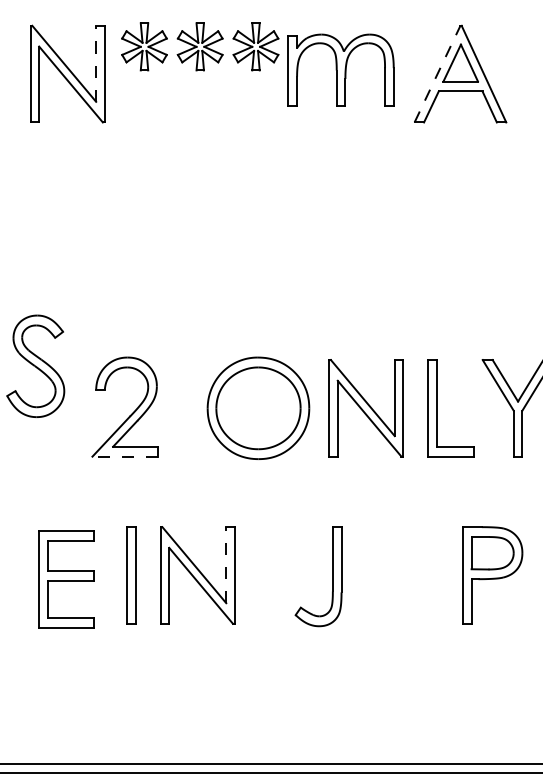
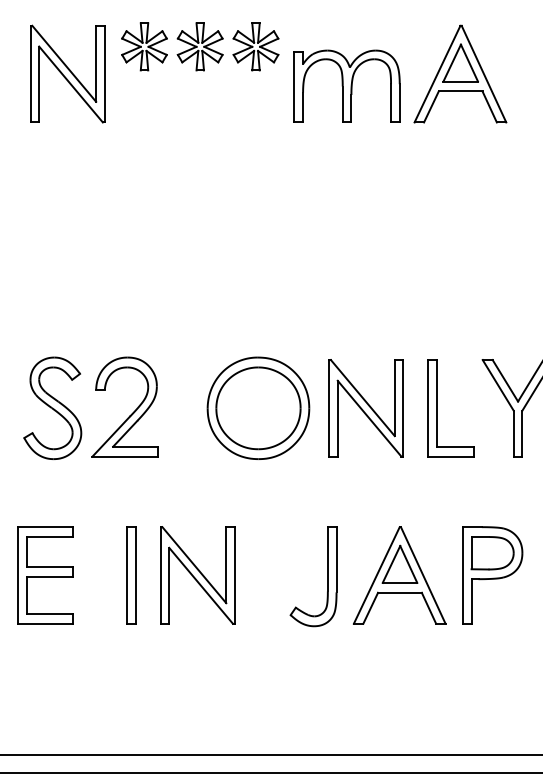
line at (96, 63): dashed -> solid
part at (340, 69) position: (340, 69) -> (346, 85)
line at (437, 73): dashed -> solid
part at (35, 365) position: (35, 365) -> (52, 407)
line at (125, 456): dashed -> solid
line at (226, 564): dashed -> solid
part at (399, 575): none -> present
part at (332, 576) position: (332, 576) -> (327, 576)
part at (66, 579) position: (66, 579) -> (45, 575)
line at (270, 763) position: (270, 763) -> (270, 754)
